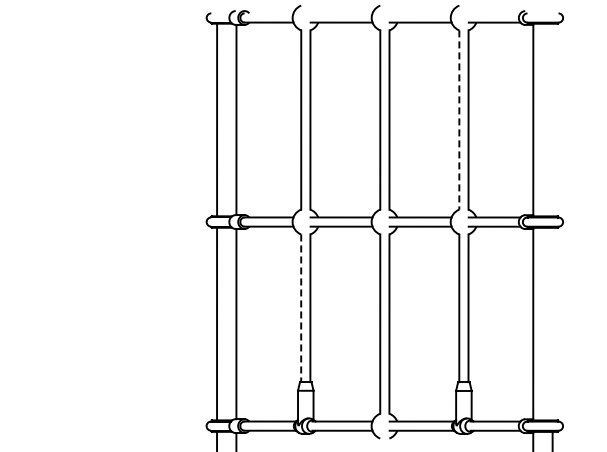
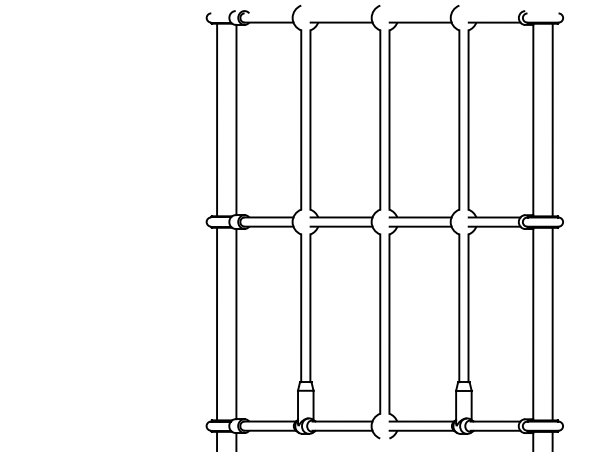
line at (552, 119): none -> present
line at (459, 120): dashed -> solid
line at (301, 308): dashed -> solid
line at (552, 323): none -> present
